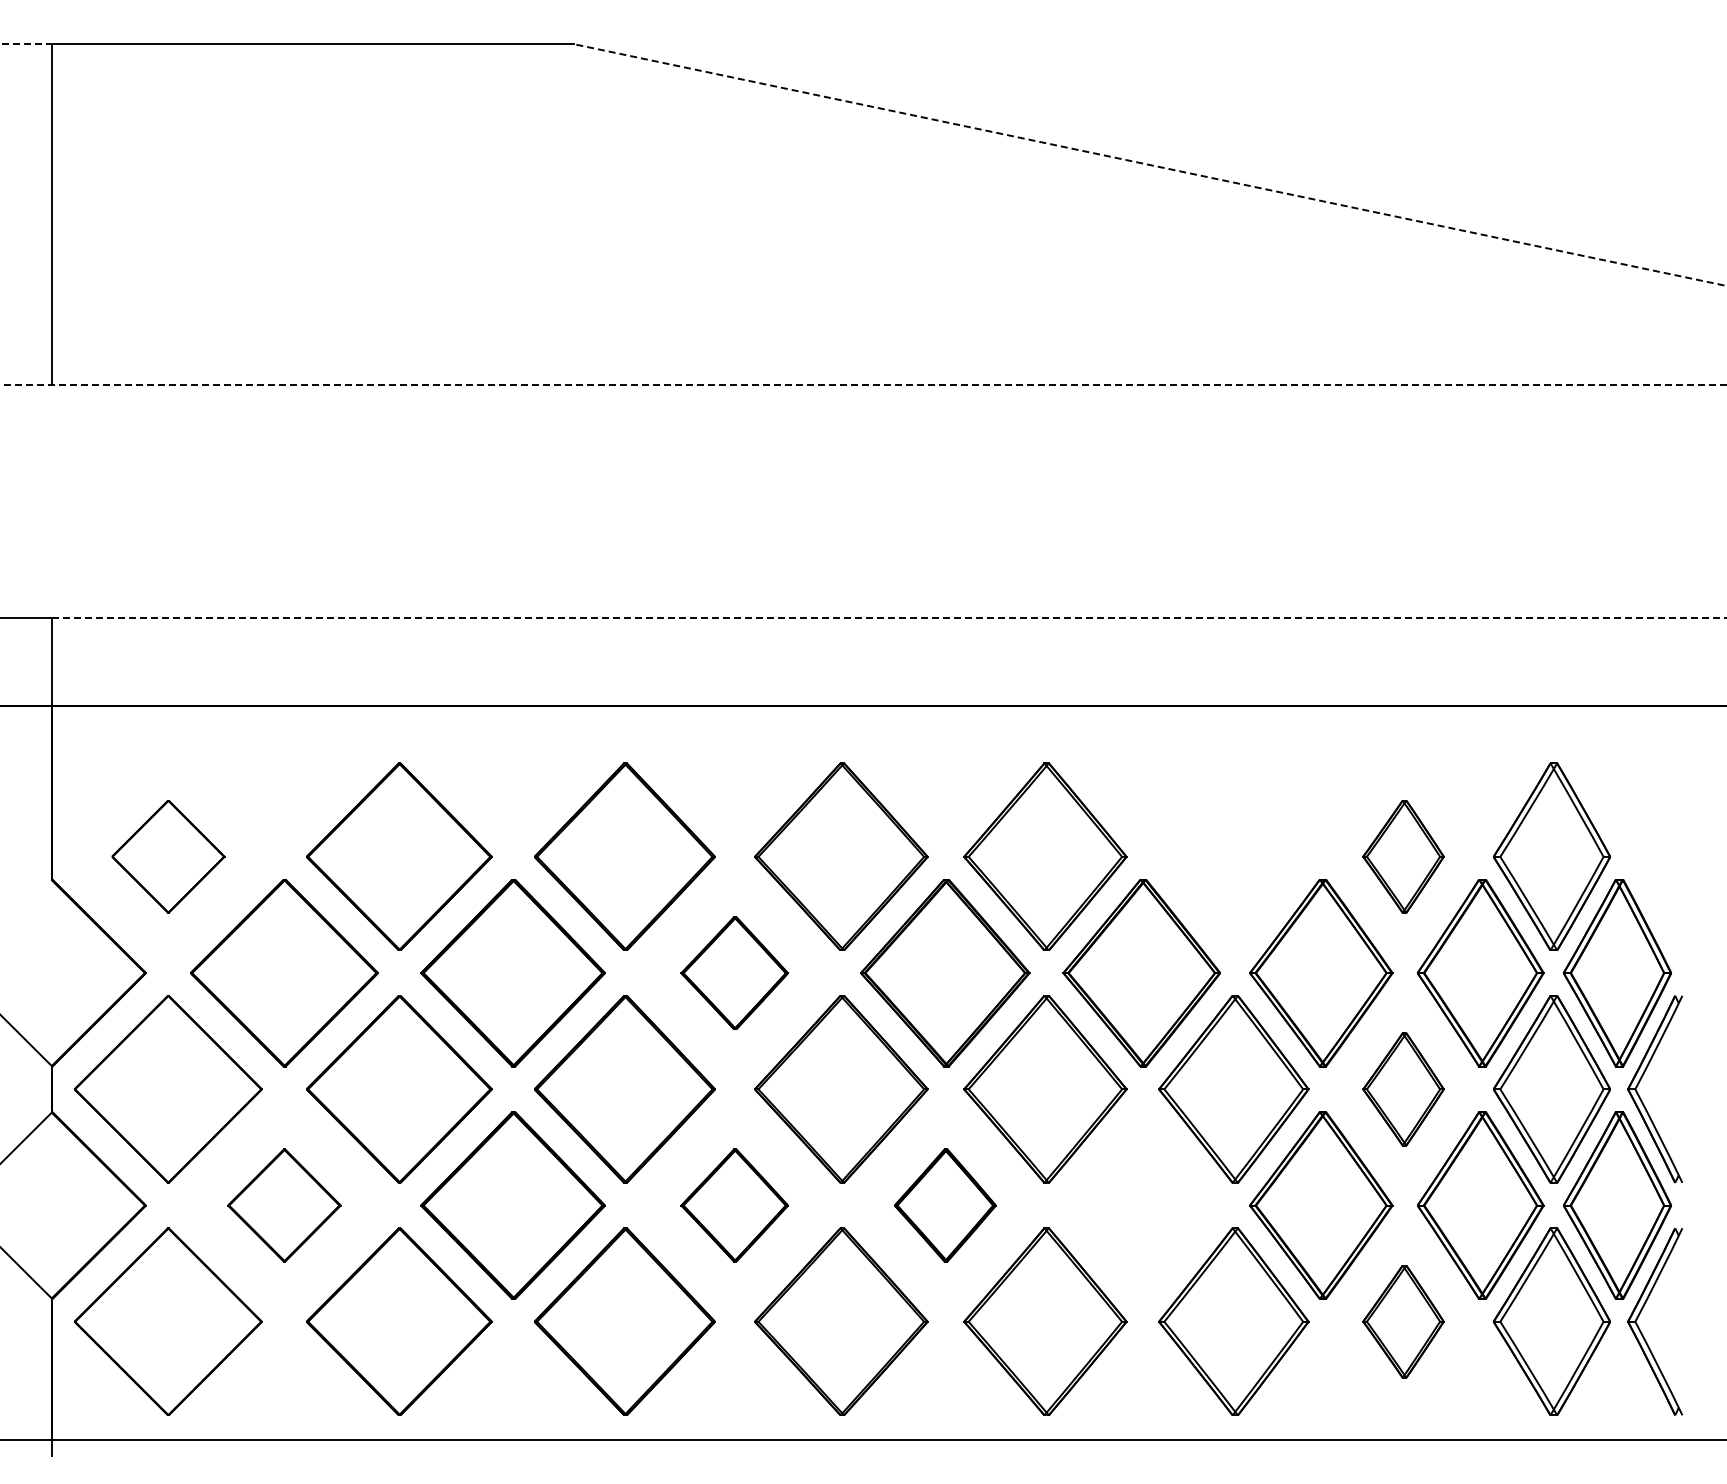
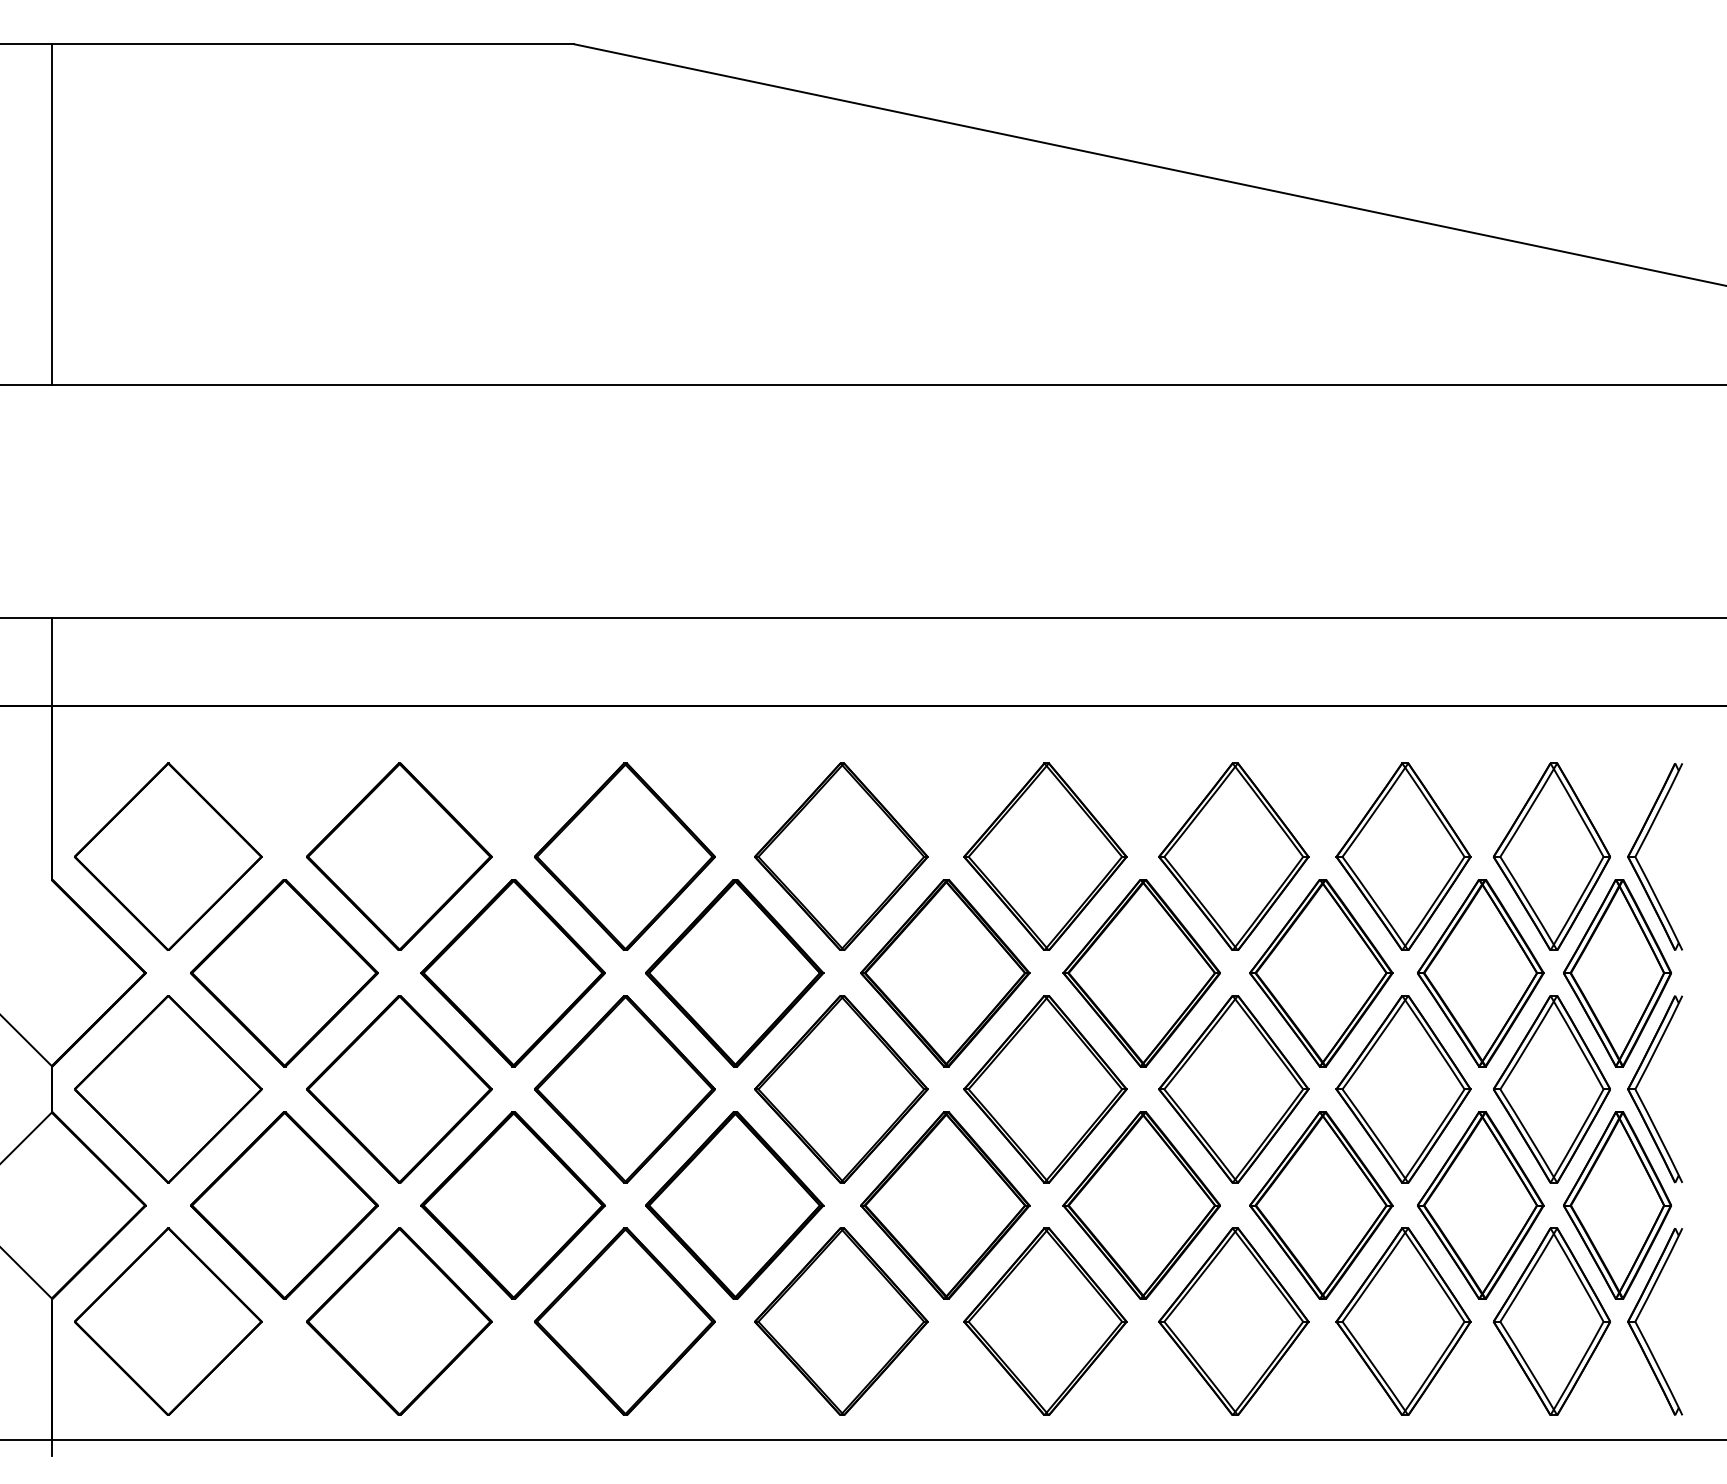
line at (26, 44): dashed -> solid
line at (1149, 165): dashed -> solid
line at (863, 384): dashed -> solid
line at (889, 618): dashed -> solid
part at (1640, 849): none -> present
part at (168, 856) size: 115x114 px -> 189x189 px
part at (1233, 856): none -> present
part at (1403, 856) size: 83x114 px -> 137x189 px
part at (734, 972) size: 109x114 px -> 180x189 px
part at (1403, 1089) size: 83x115 px -> 137x189 px
part at (284, 1205) size: 115x115 px -> 189x189 px
part at (734, 1205) size: 109x115 px -> 180x189 px
part at (945, 1205) size: 103x115 px -> 171x189 px
part at (1141, 1205): none -> present
part at (1403, 1321) size: 83x114 px -> 137x189 px
